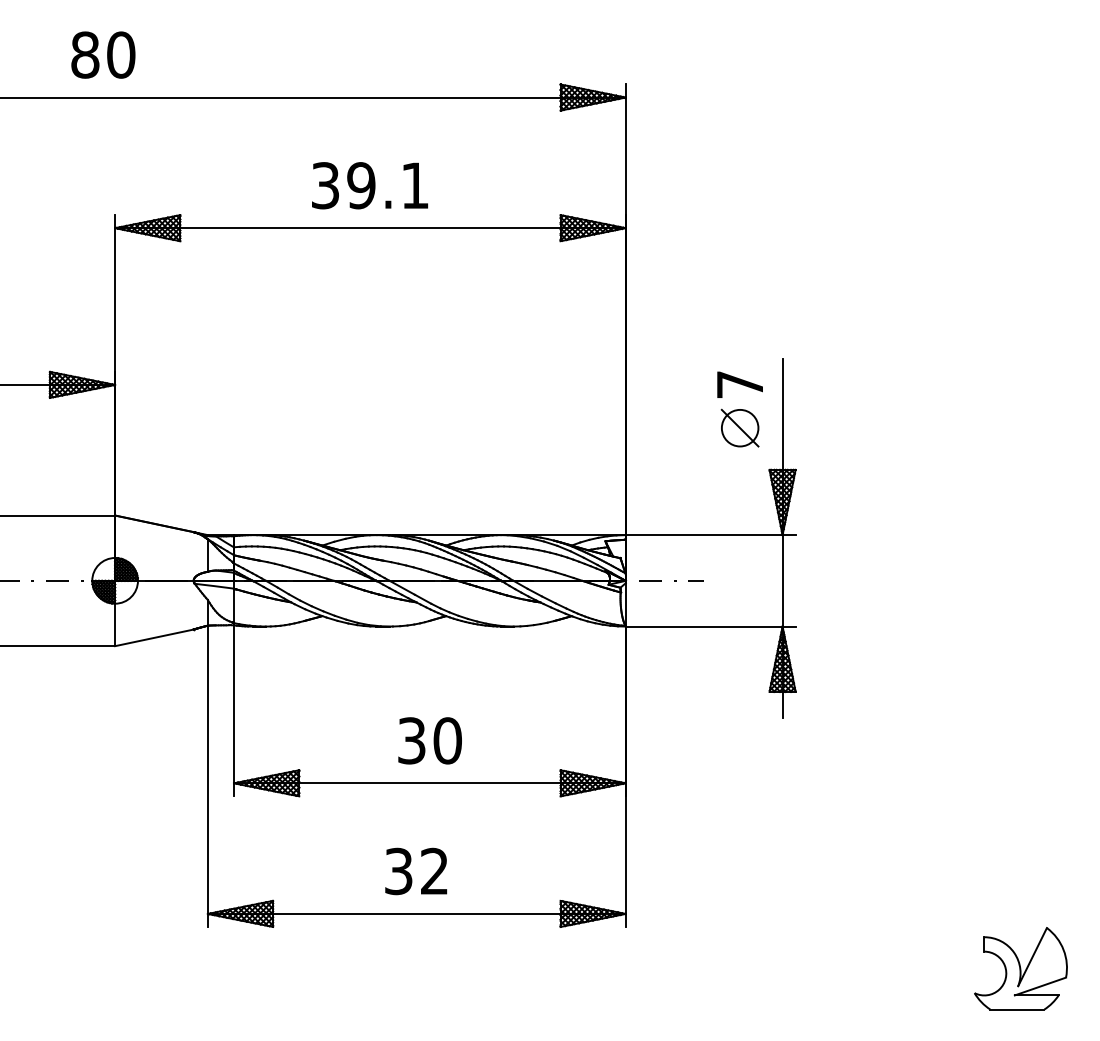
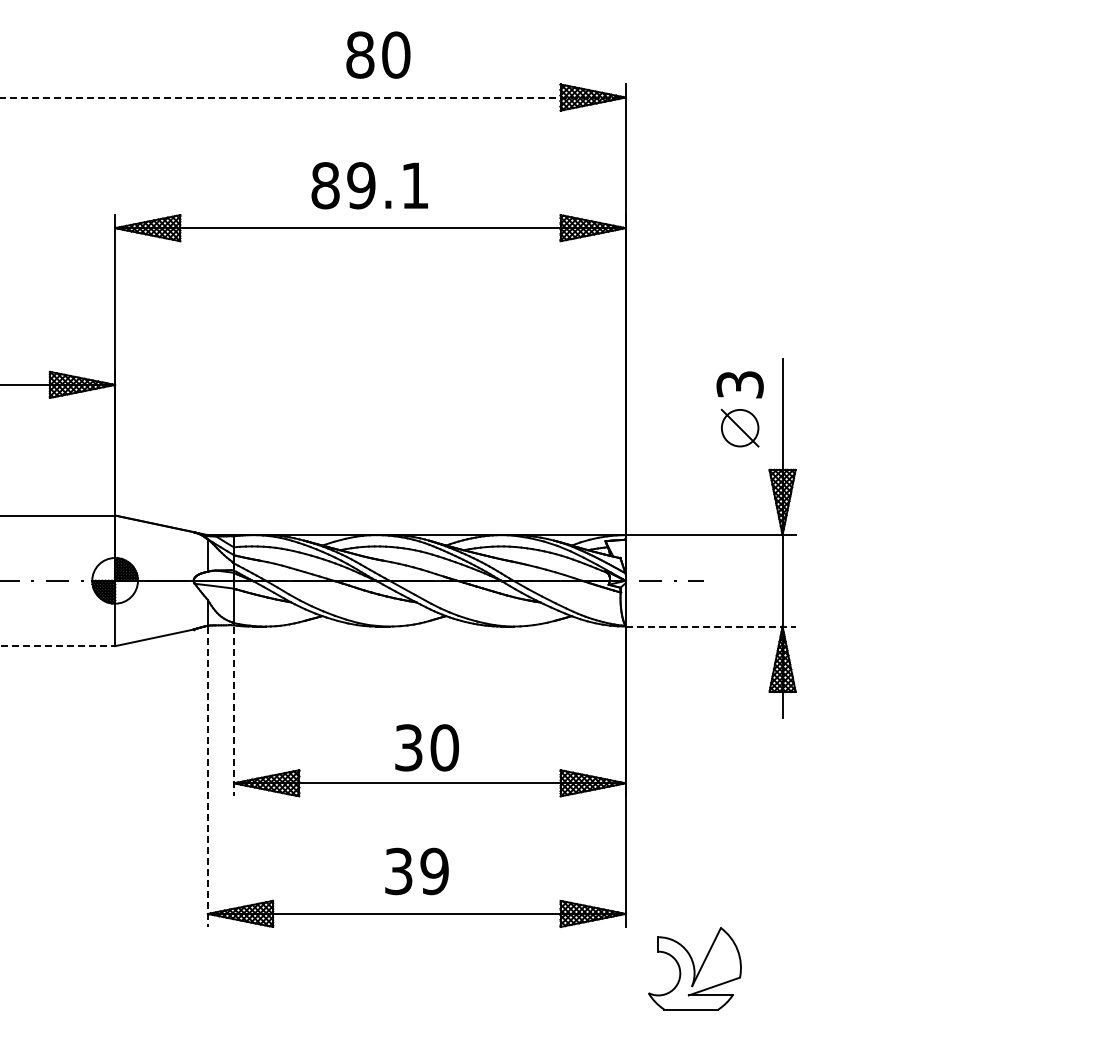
text at (103, 54) position: (103, 54) -> (378, 54)
line at (313, 97): solid -> dashed
text at (325, 185): 39.1 -> 89.1
text at (739, 384): 7 -> 3
line at (710, 626): solid -> dashed
line at (58, 646): solid -> dashed
line at (234, 711): solid -> dashed
text at (429, 740) position: (429, 740) -> (426, 747)
line at (207, 777): solid -> dashed
text at (434, 871): 32 -> 39
part at (1020, 968) position: (1020, 968) -> (694, 968)
